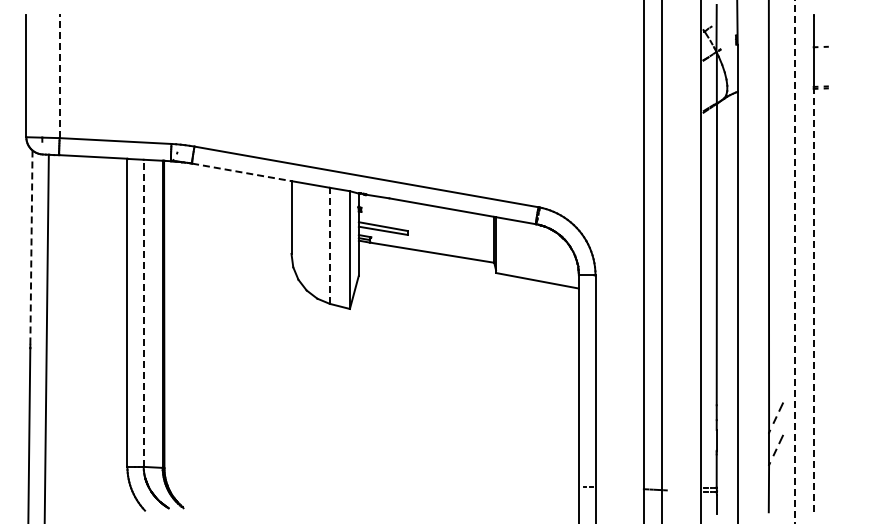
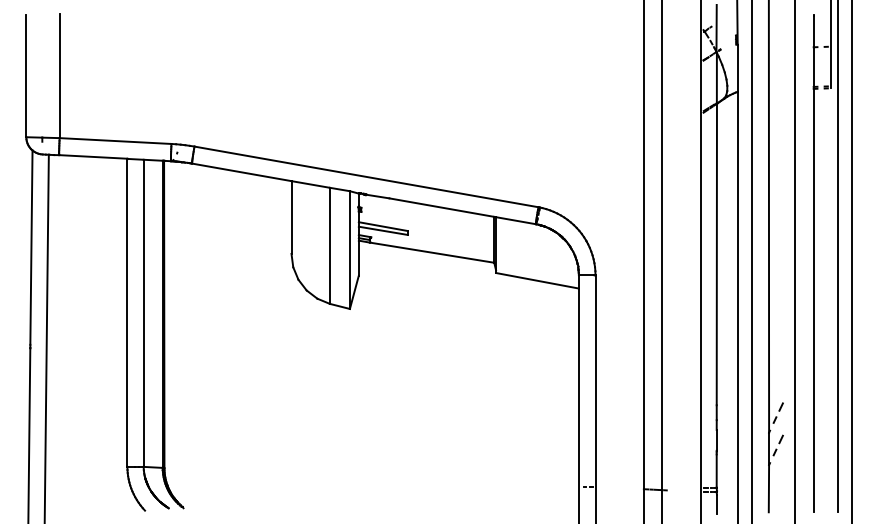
line at (830, 45): none -> present
line at (59, 76): dashed -> solid
line at (242, 172): dashed -> solid
line at (329, 245): dashed -> solid
line at (31, 248): dashed -> solid
line at (837, 257): none -> present
line at (794, 260): dashed -> solid
line at (751, 261): none -> present
line at (851, 261): none -> present
line at (813, 300): dashed -> solid
line at (143, 313): dashed -> solid
